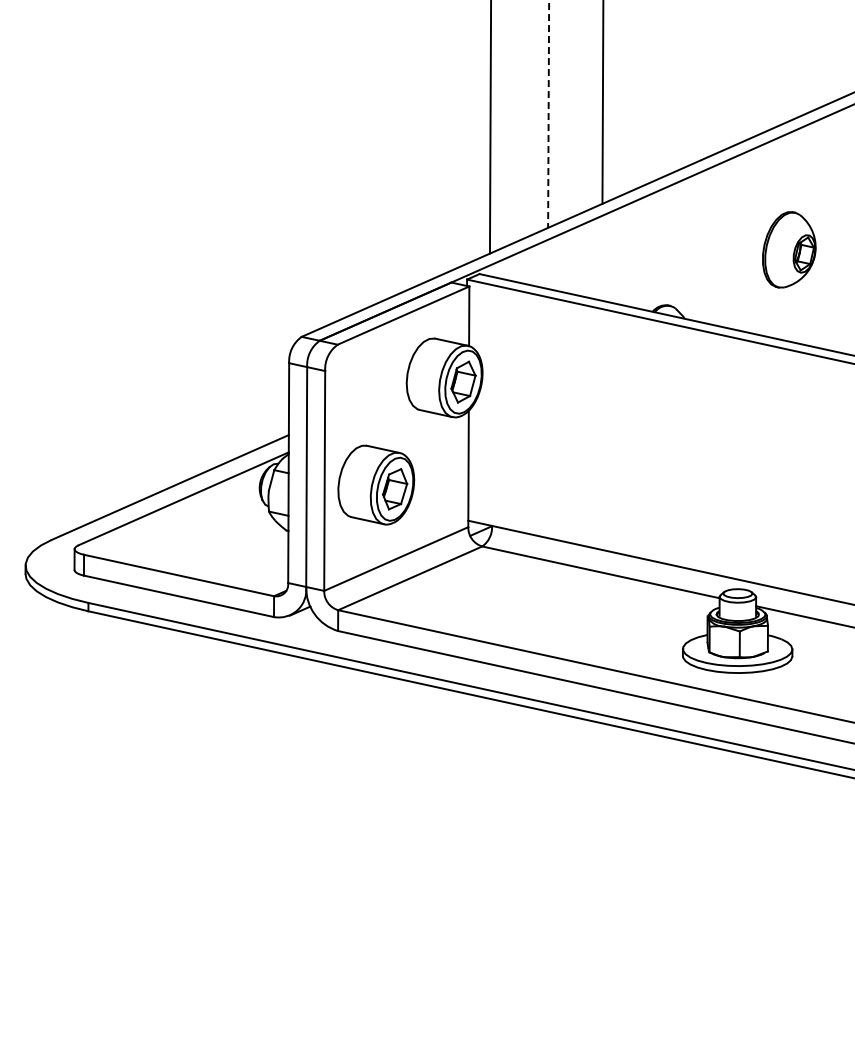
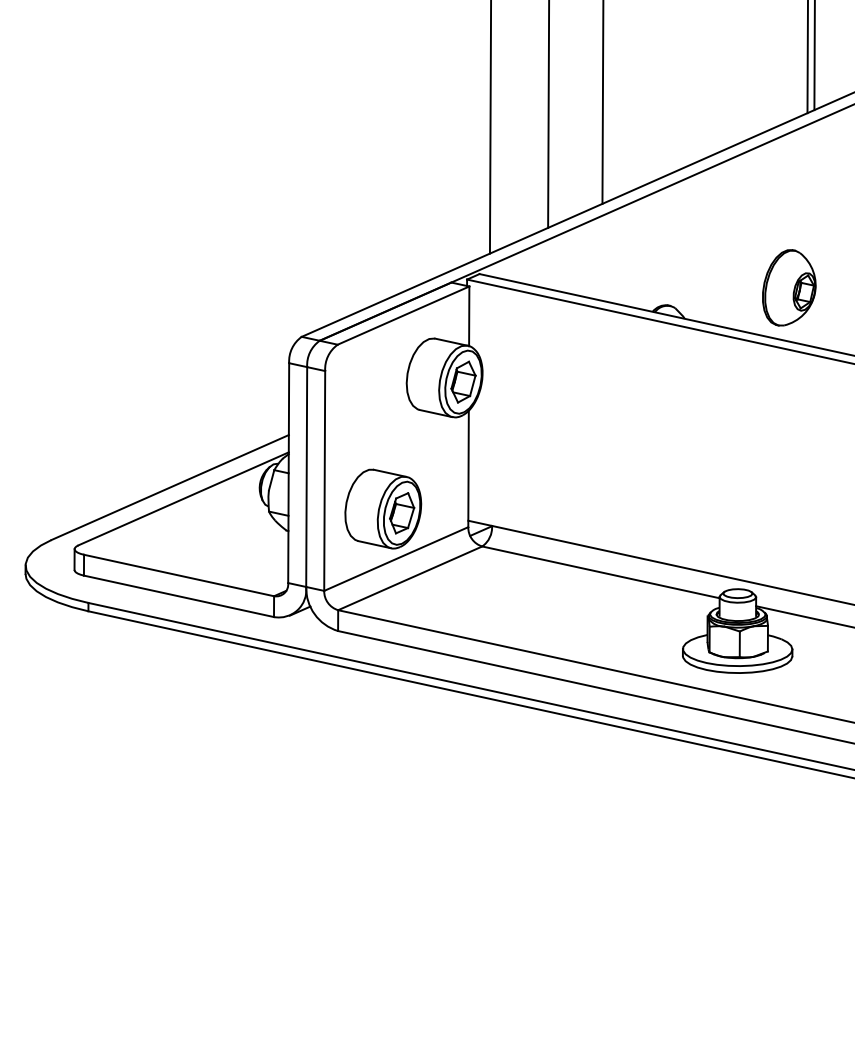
line at (814, 56): none -> present
line at (807, 57): none -> present
line at (548, 114): dashed -> solid
part at (789, 249) position: (789, 249) -> (789, 287)
part at (376, 484) position: (376, 484) -> (383, 508)
